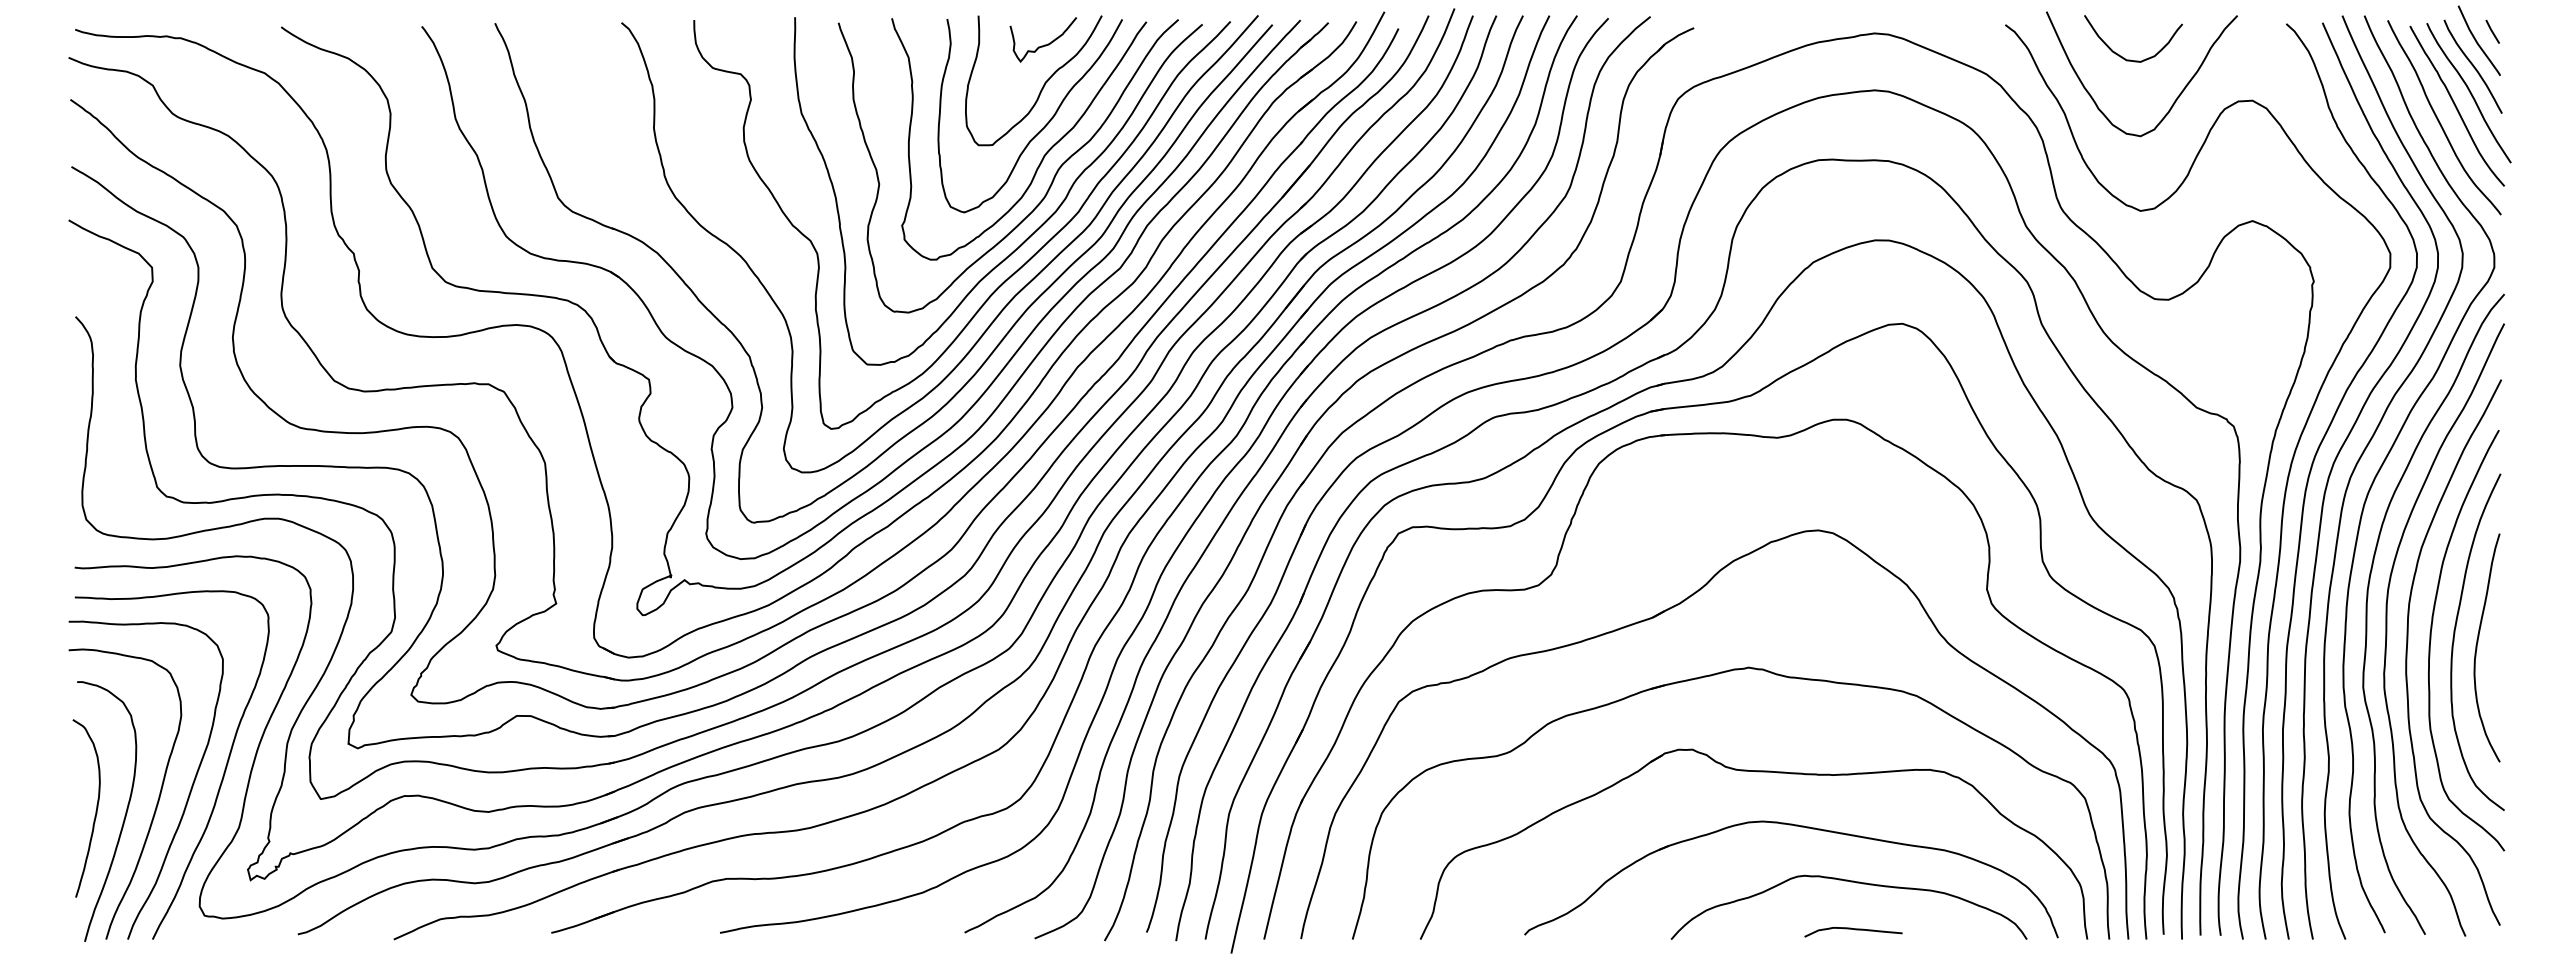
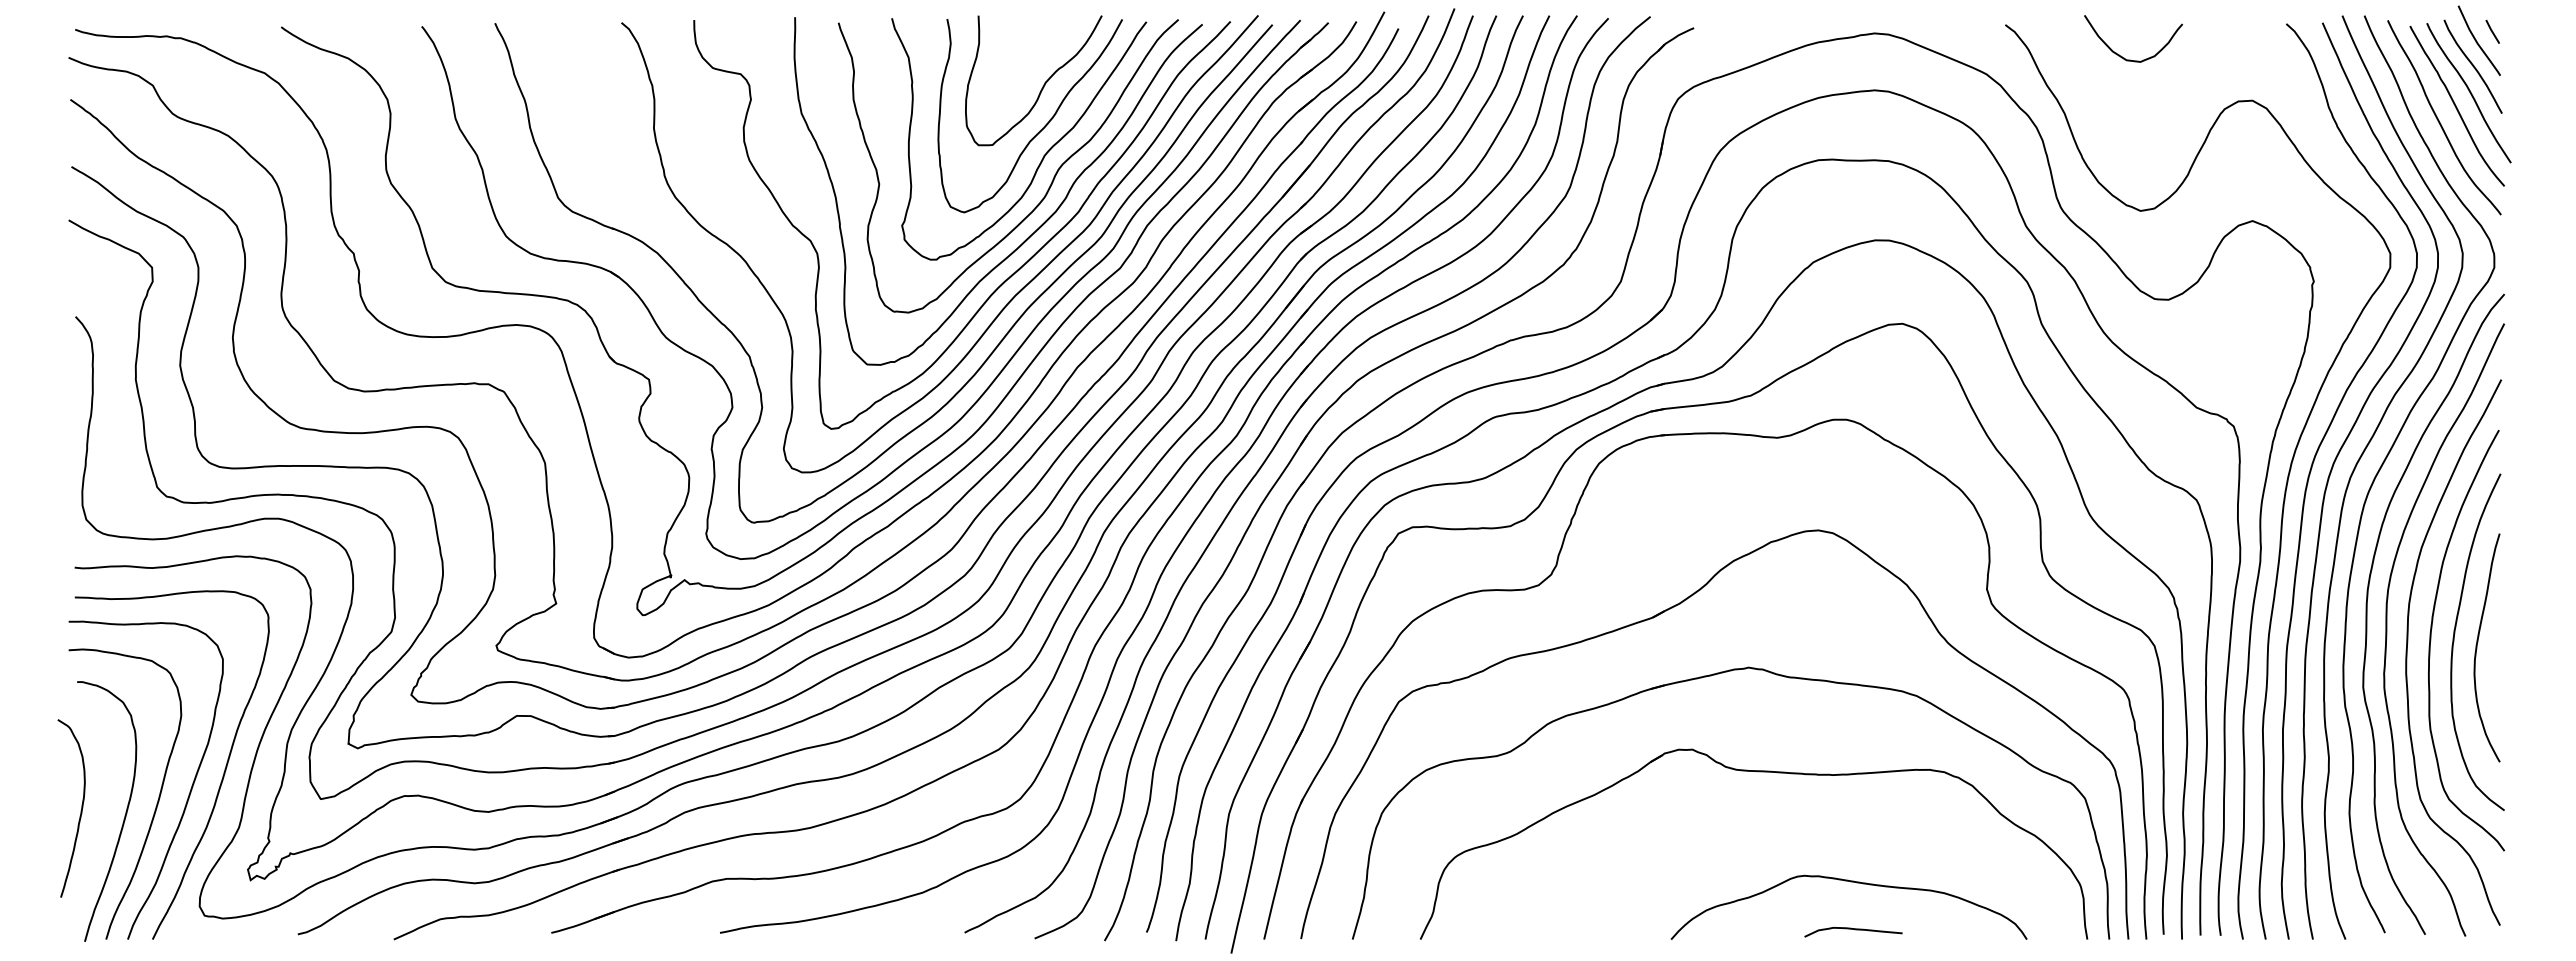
curve at (1044, 44): present -> none
curve at (2174, 100): present -> none
curve at (95, 810) position: (95, 810) -> (80, 810)
part at (1800, 827): present -> none
